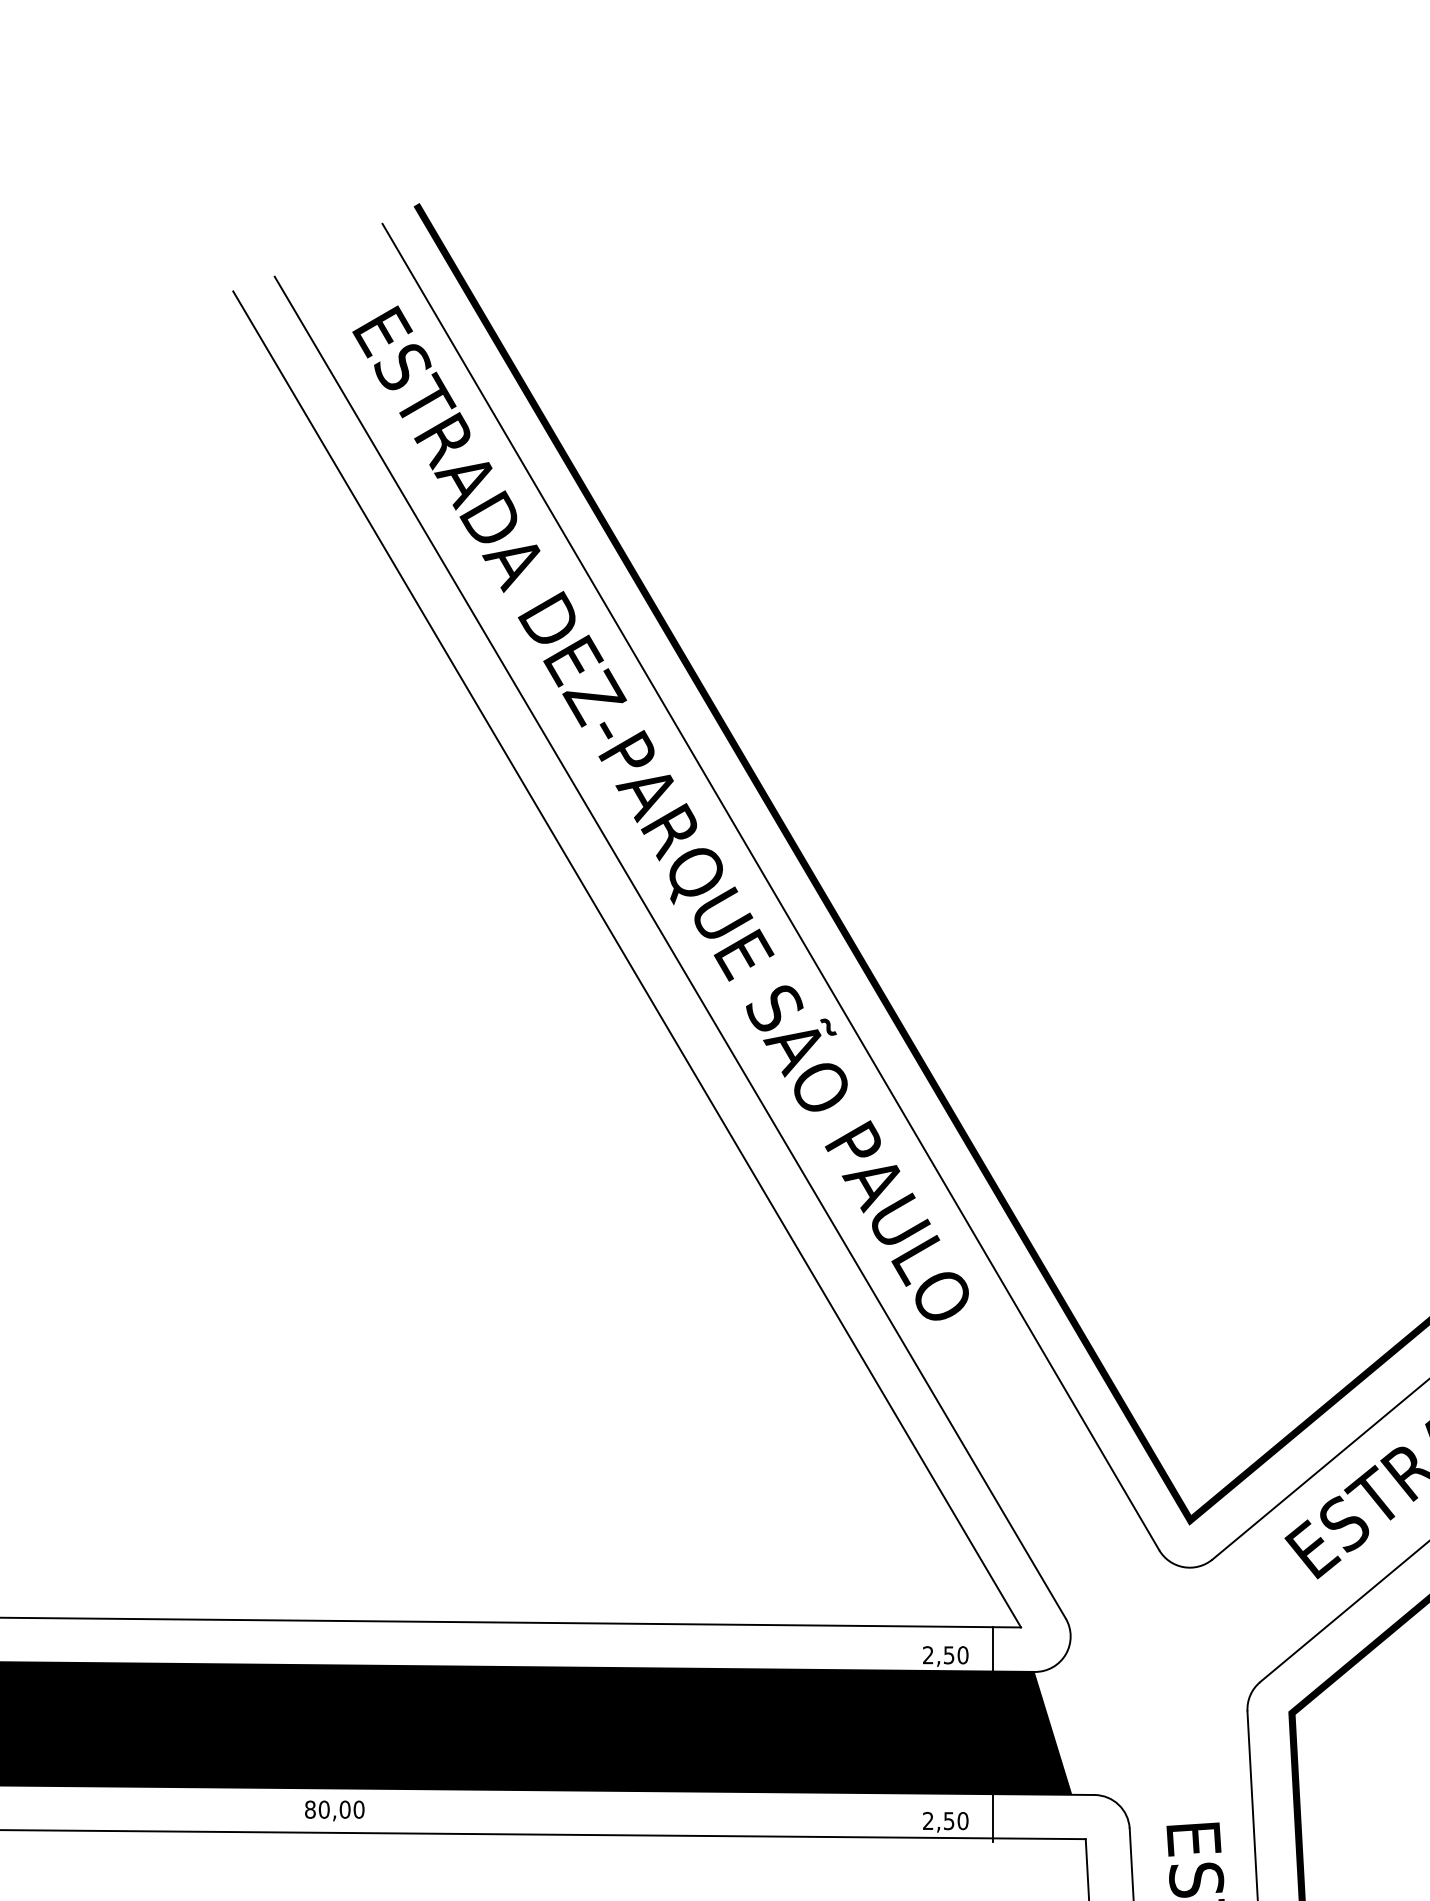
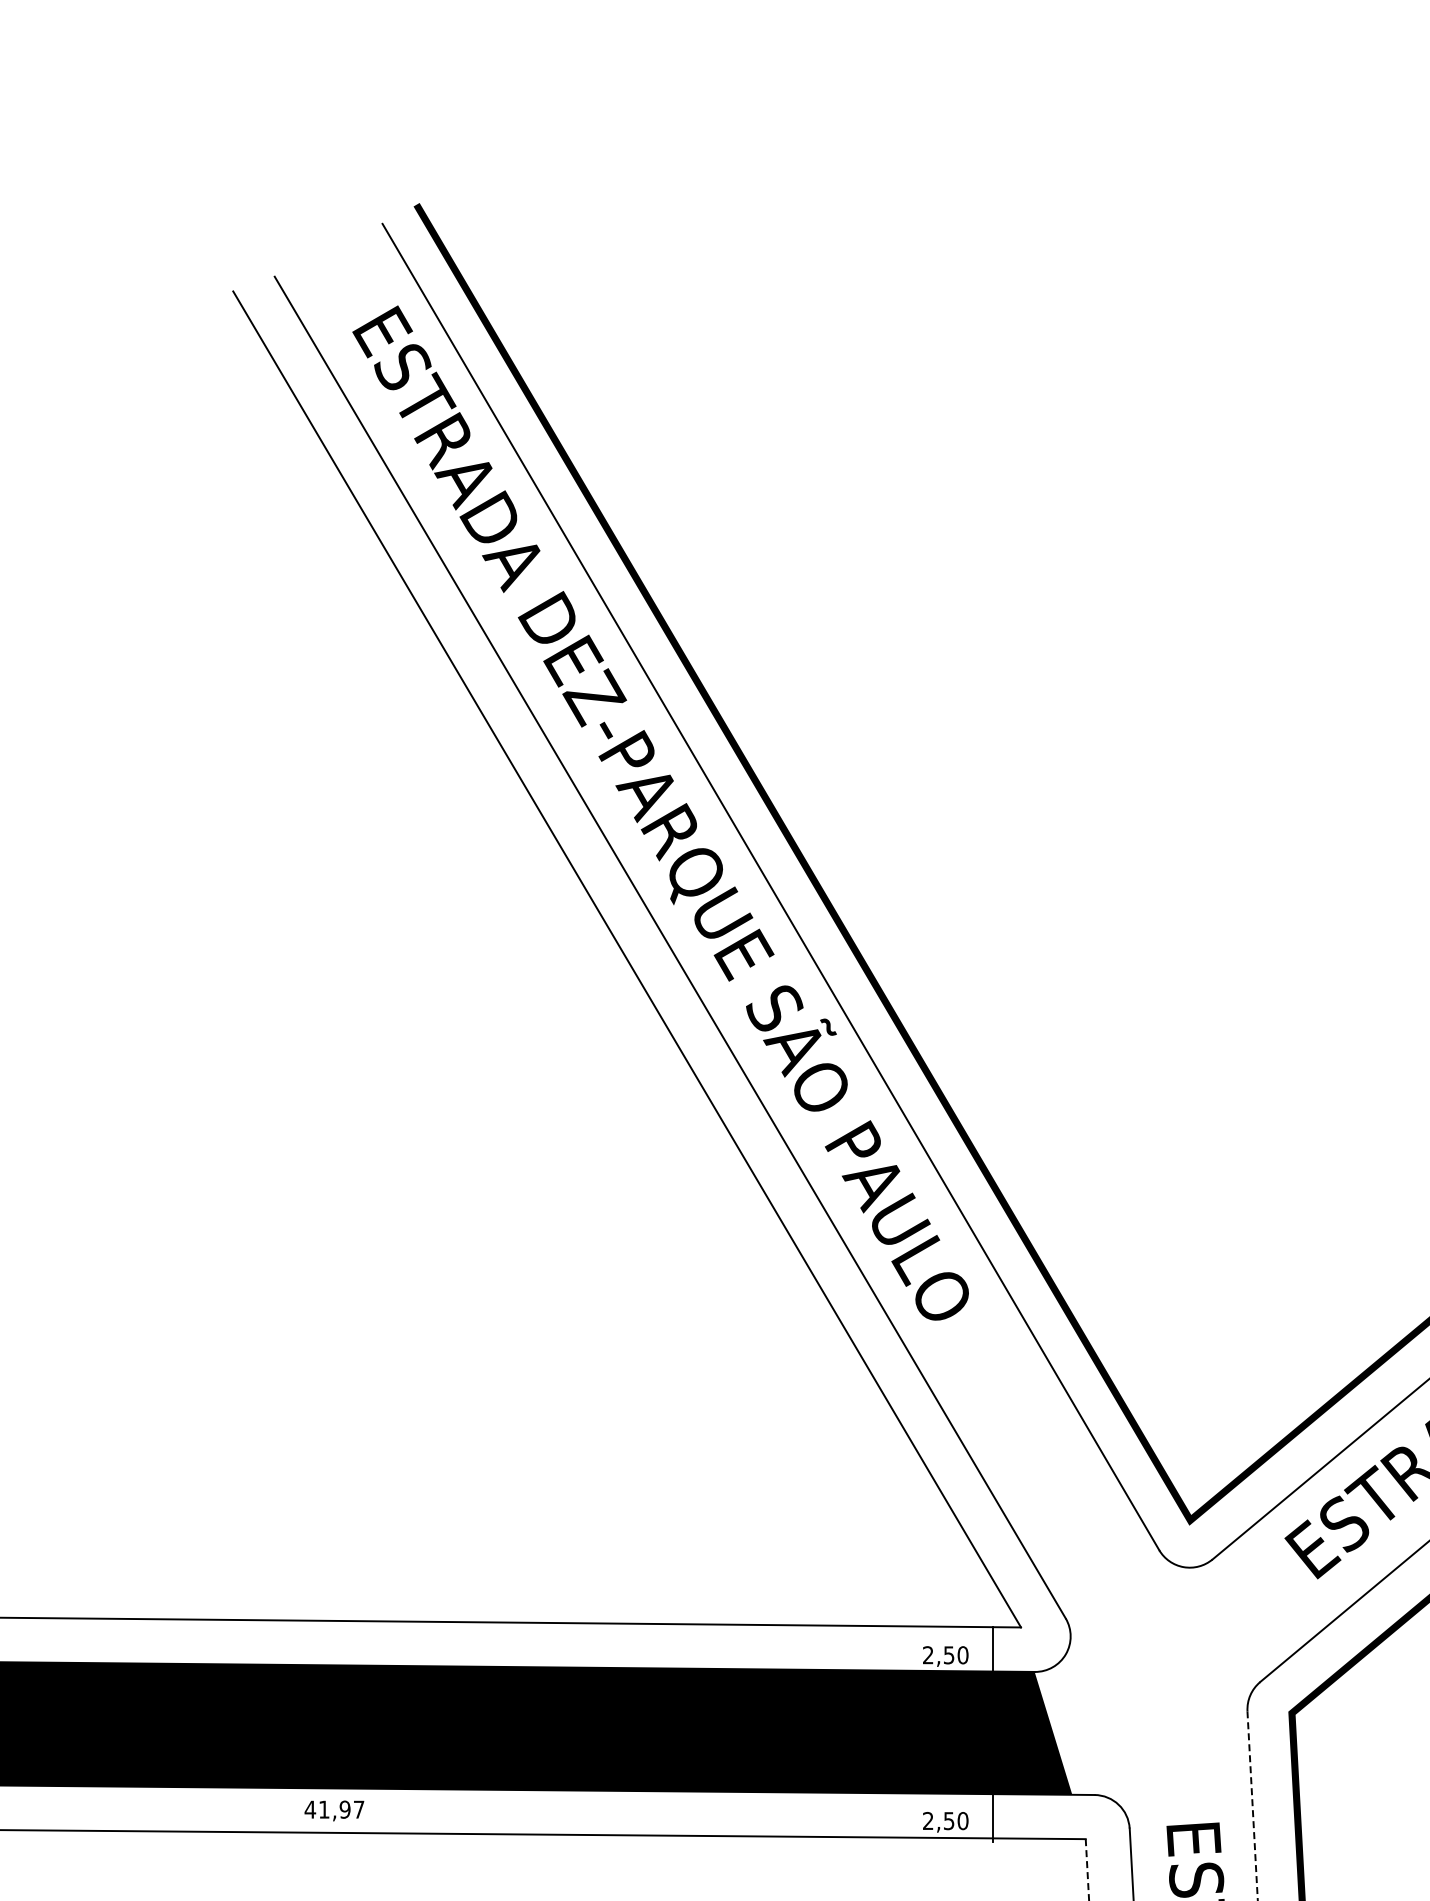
line at (1252, 1806): solid -> dashed
text at (334, 1809): 80,00 -> 41,97
line at (1087, 1870): solid -> dashed
